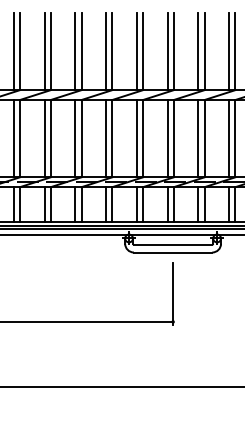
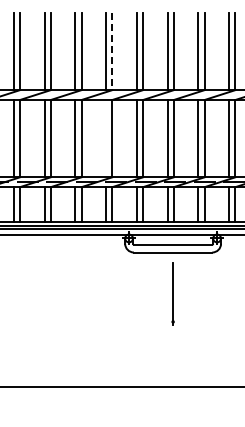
line at (112, 51): solid -> dashed
line at (106, 138): present -> none
line at (87, 321): present -> none
